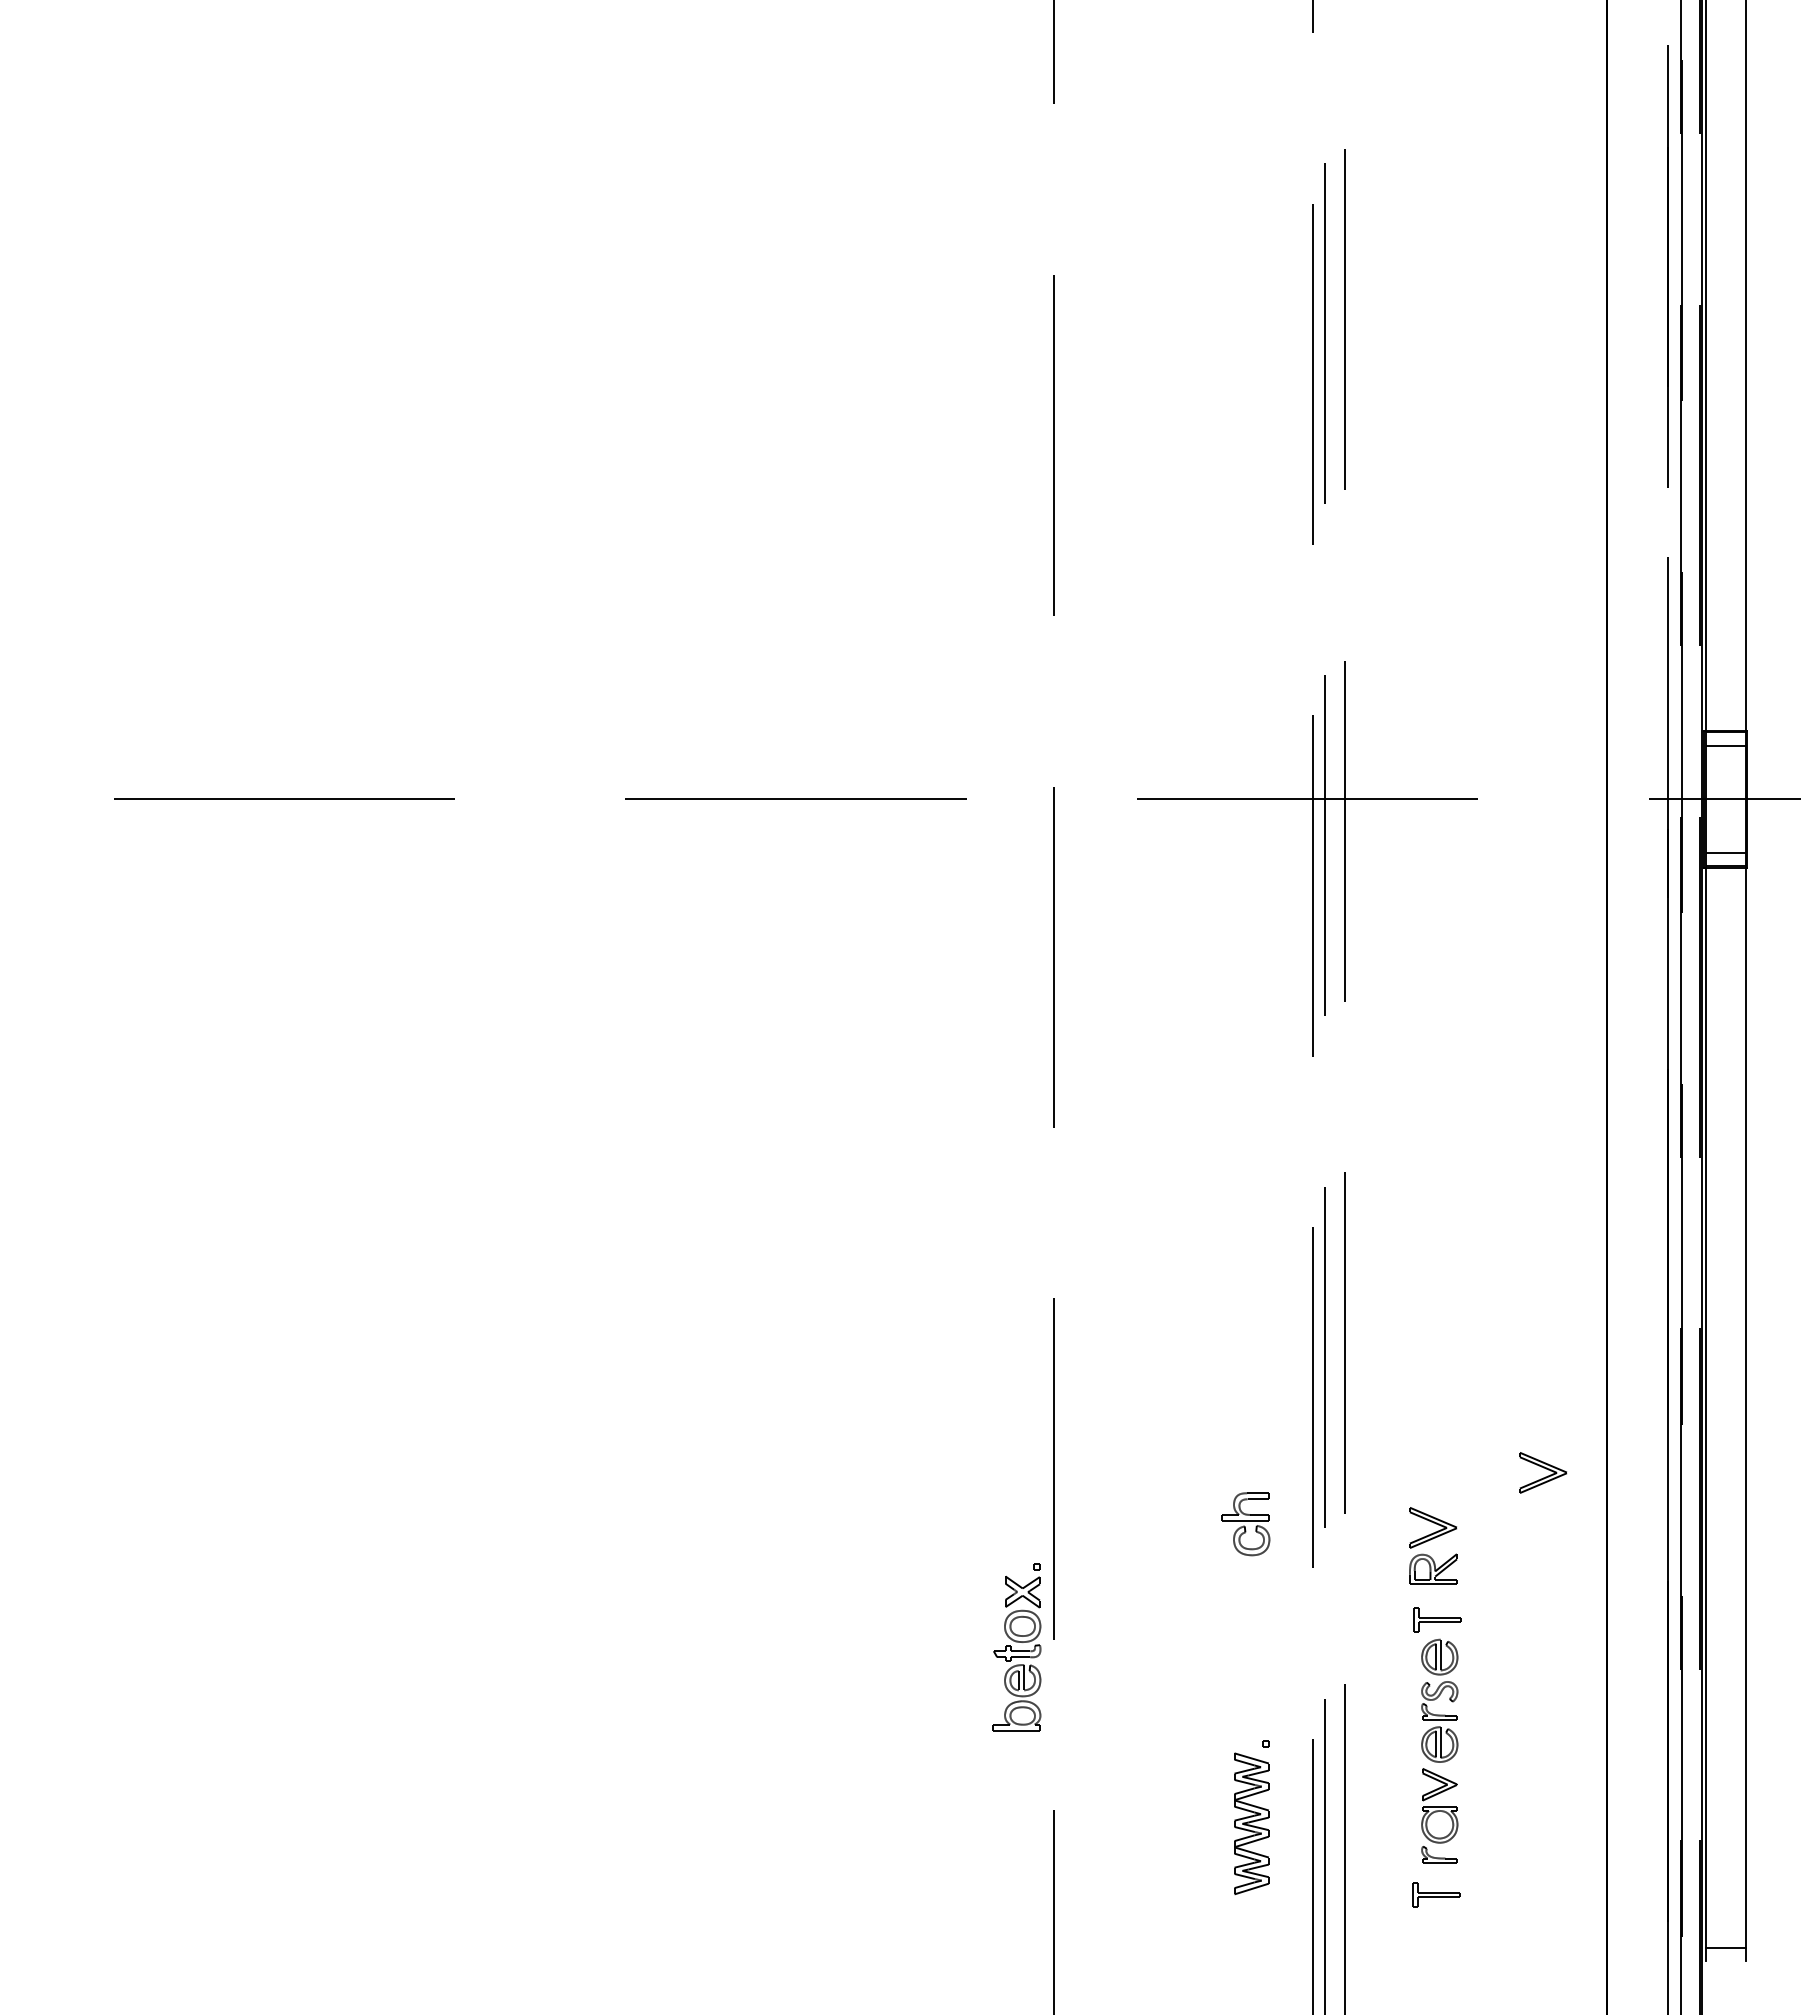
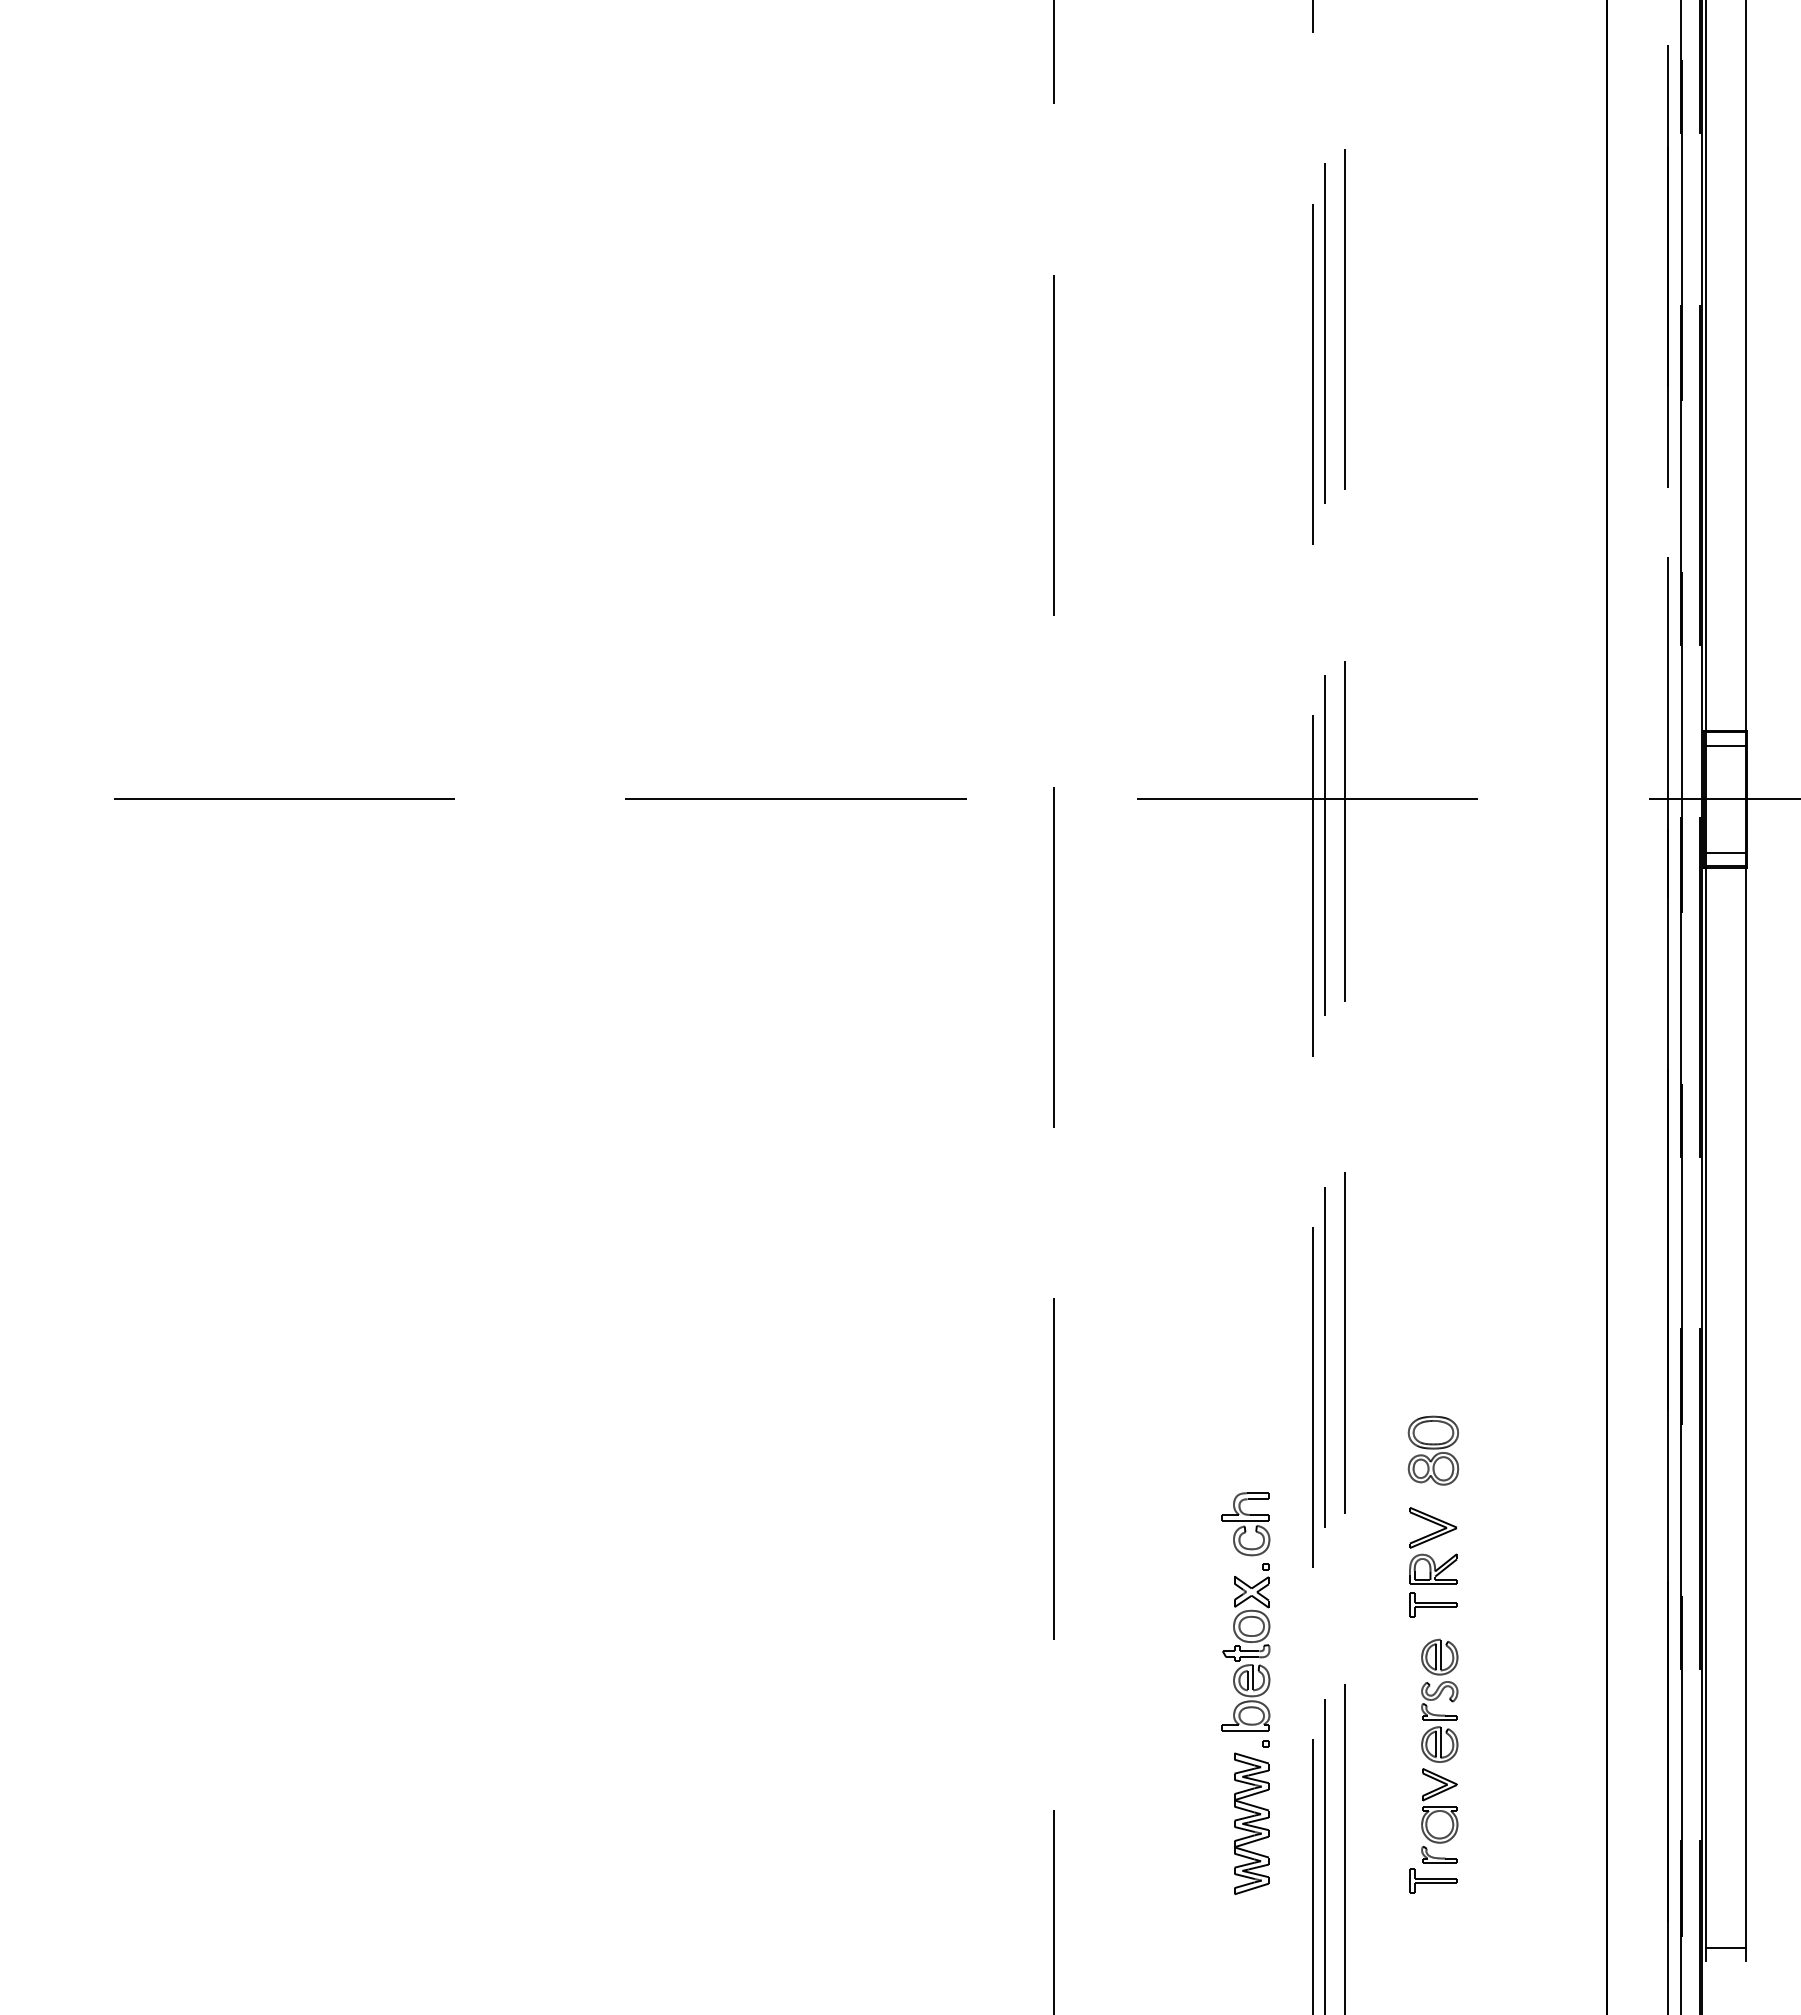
part at (1432, 1450): none -> present
part at (1543, 1472): present -> none
part at (1437, 1619) position: (1437, 1619) -> (1433, 1604)
part at (1016, 1647) position: (1016, 1647) -> (1245, 1647)
part at (1436, 1894) position: (1436, 1894) -> (1433, 1880)
